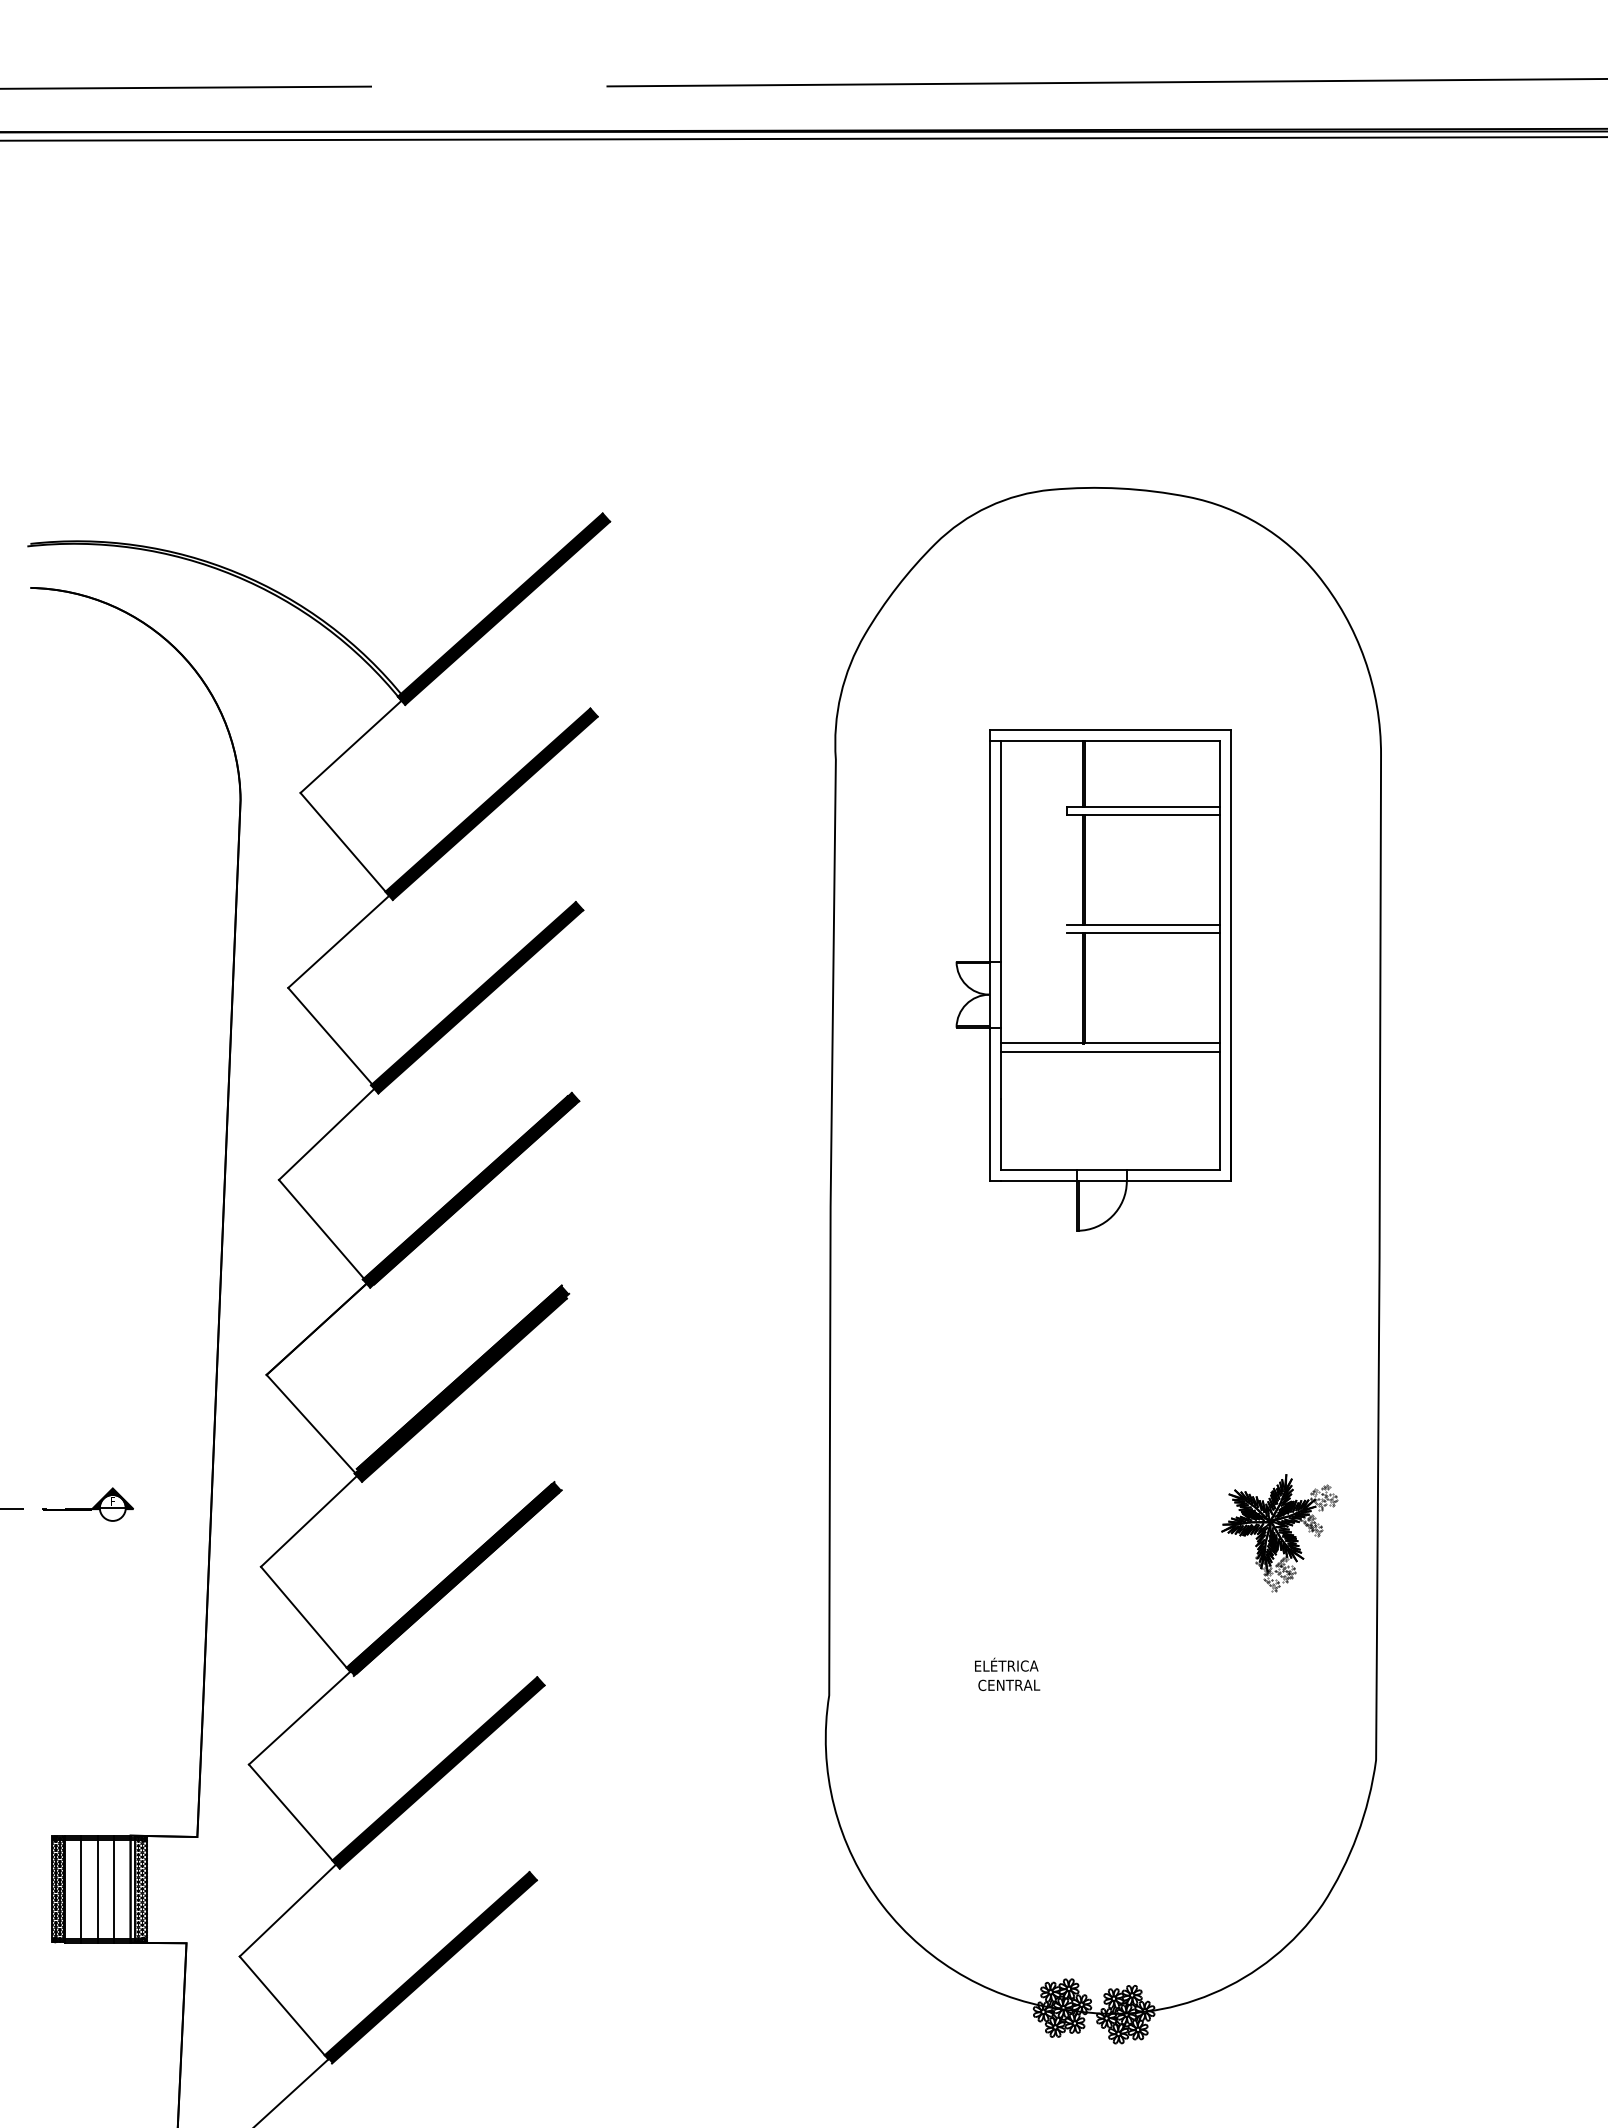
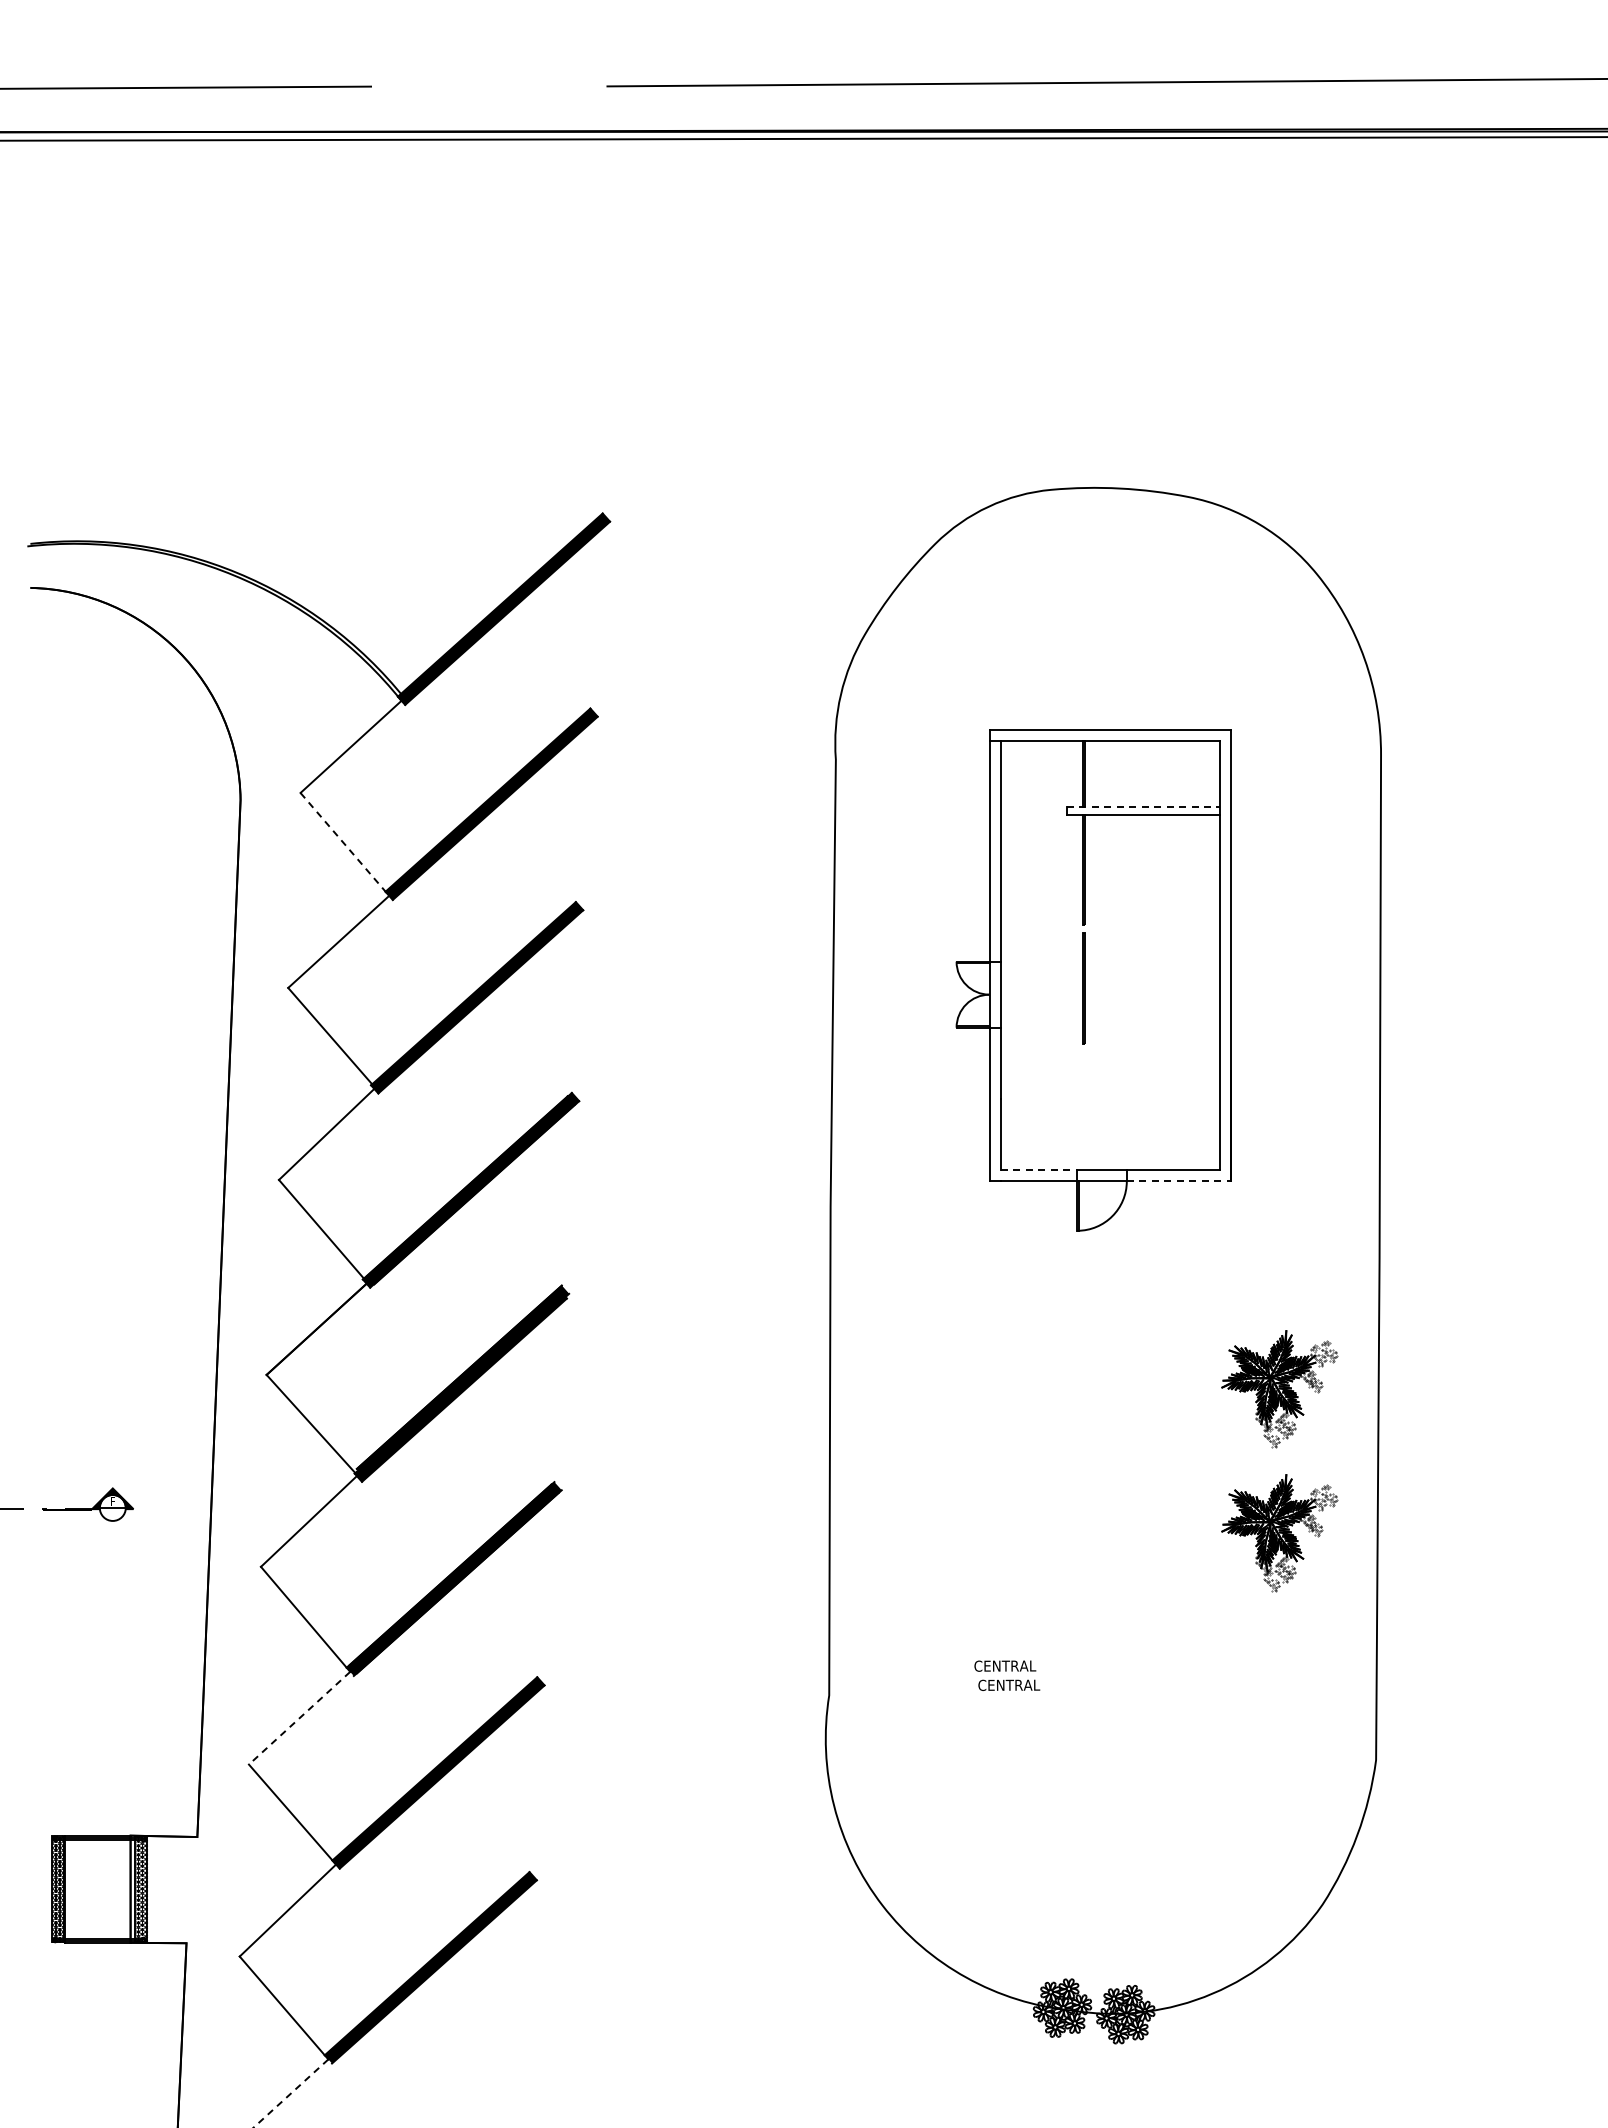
line at (1143, 806): solid -> dashed
line at (344, 844): solid -> dashed
line at (1143, 925): present -> none
line at (1143, 933): present -> none
line at (1110, 1043): present -> none
line at (1110, 1051): present -> none
line at (1039, 1170): solid -> dashed
line at (1179, 1181): solid -> dashed
part at (1279, 1389): none -> present
text at (1006, 1664): ELÉTRICA -> CENTRAL
line at (299, 1718): solid -> dashed
line at (81, 1888): present -> none
line at (97, 1888): present -> none
line at (114, 1888): present -> none
line at (290, 2093): solid -> dashed
